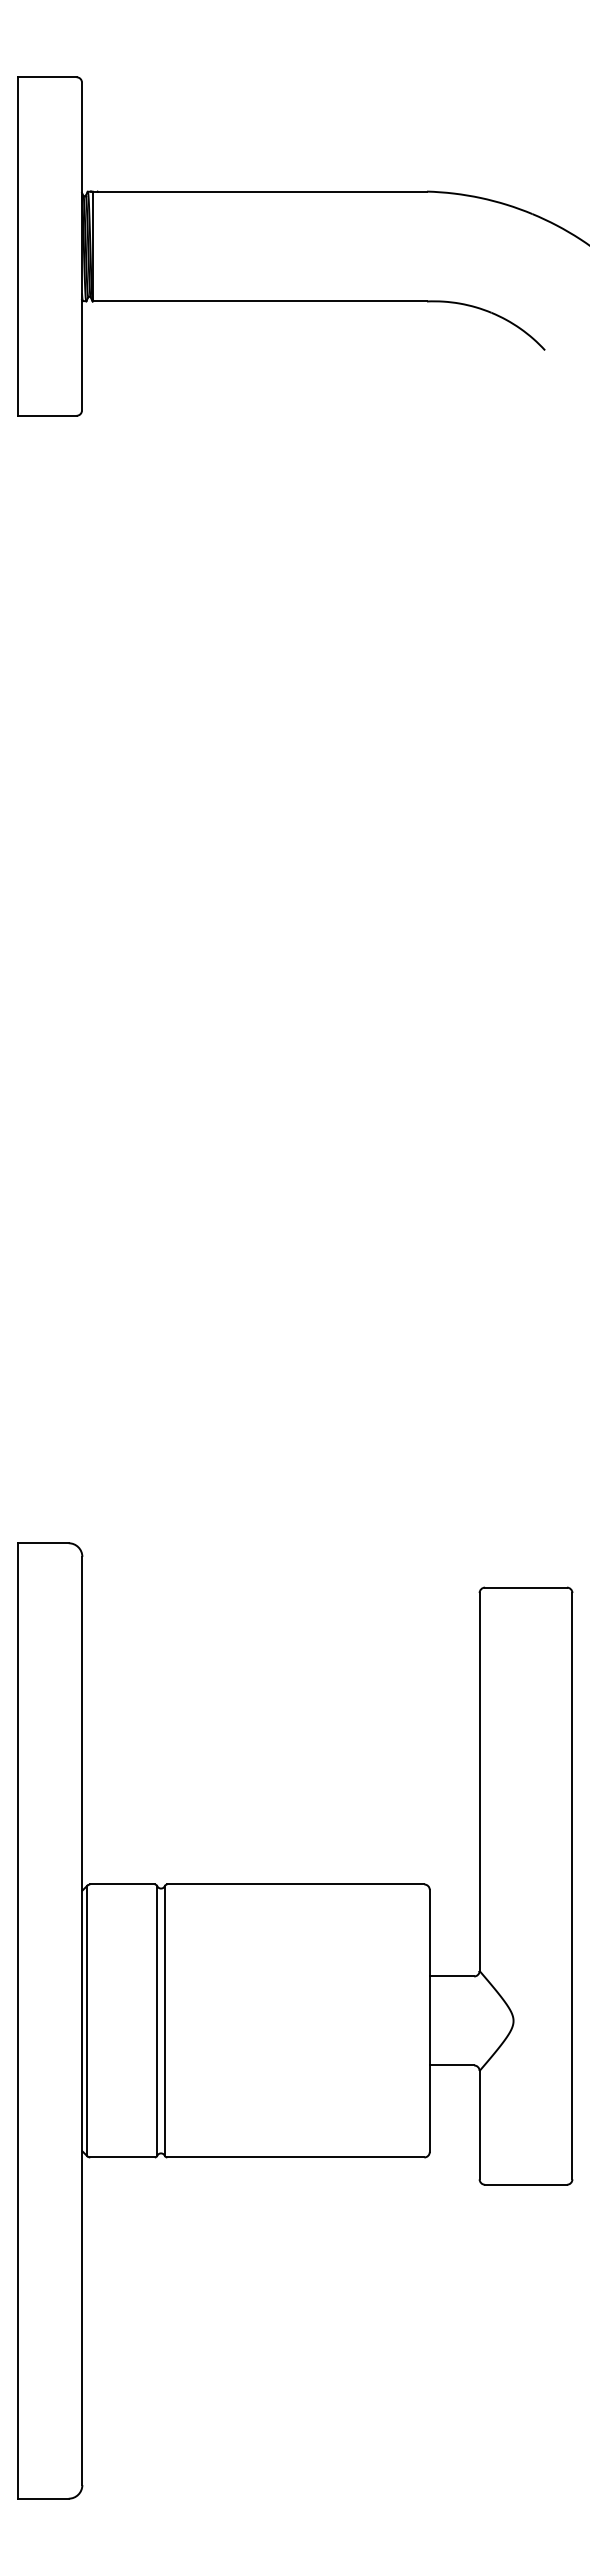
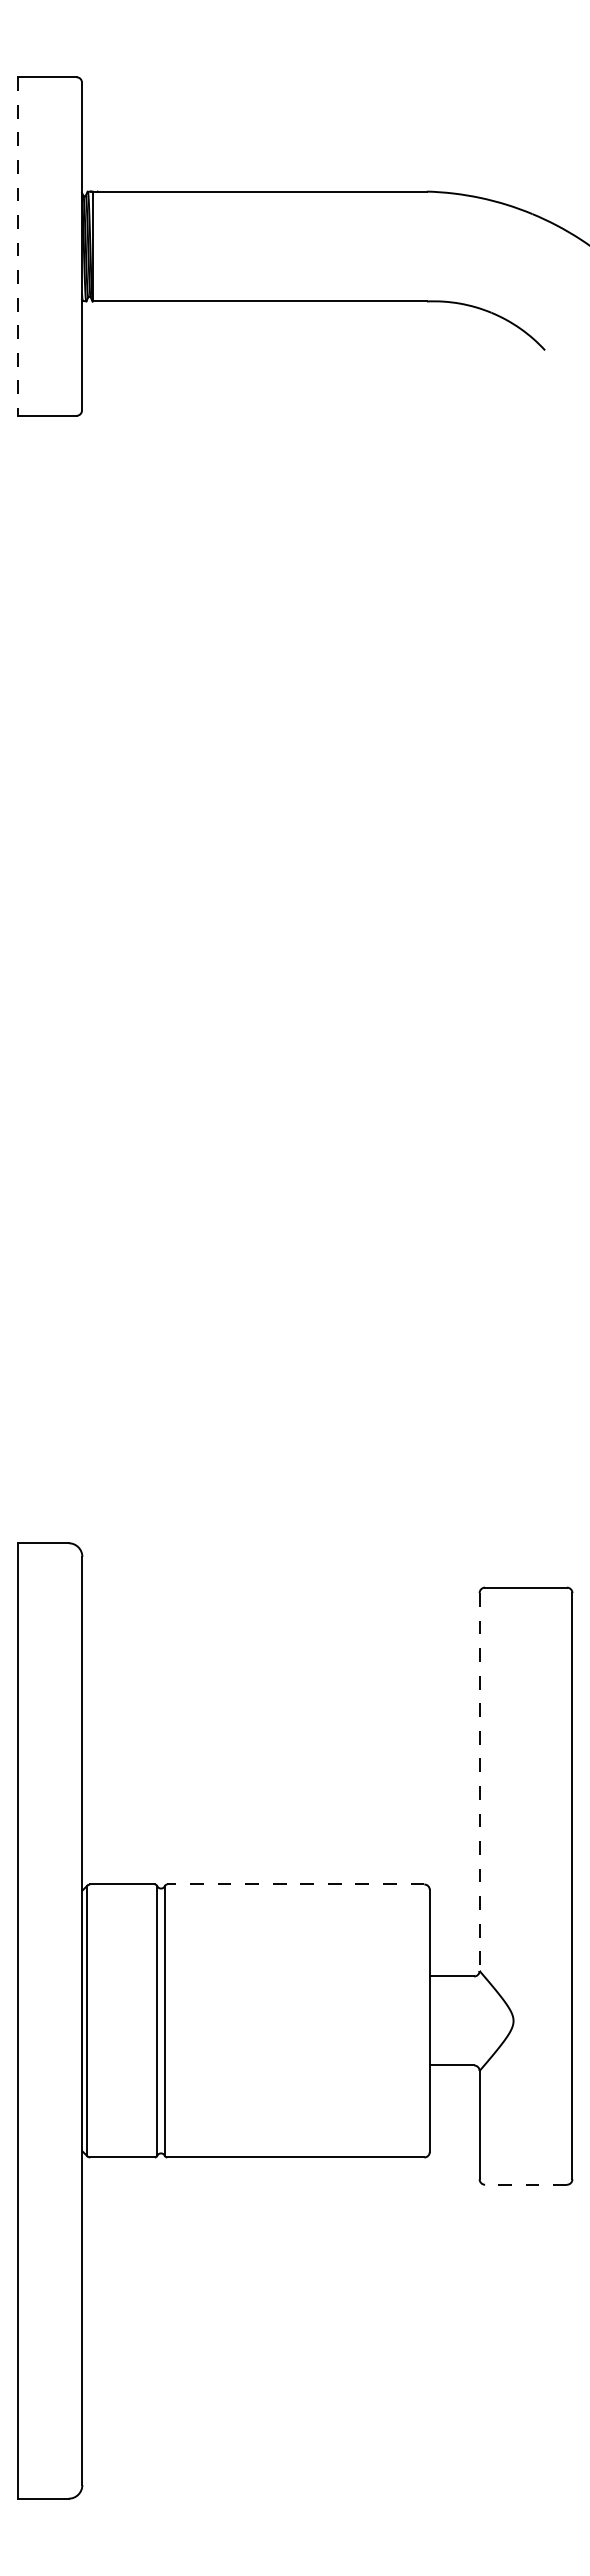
line at (17, 247): solid -> dashed
line at (479, 1782): solid -> dashed
line at (295, 1884): solid -> dashed
line at (526, 2184): solid -> dashed
